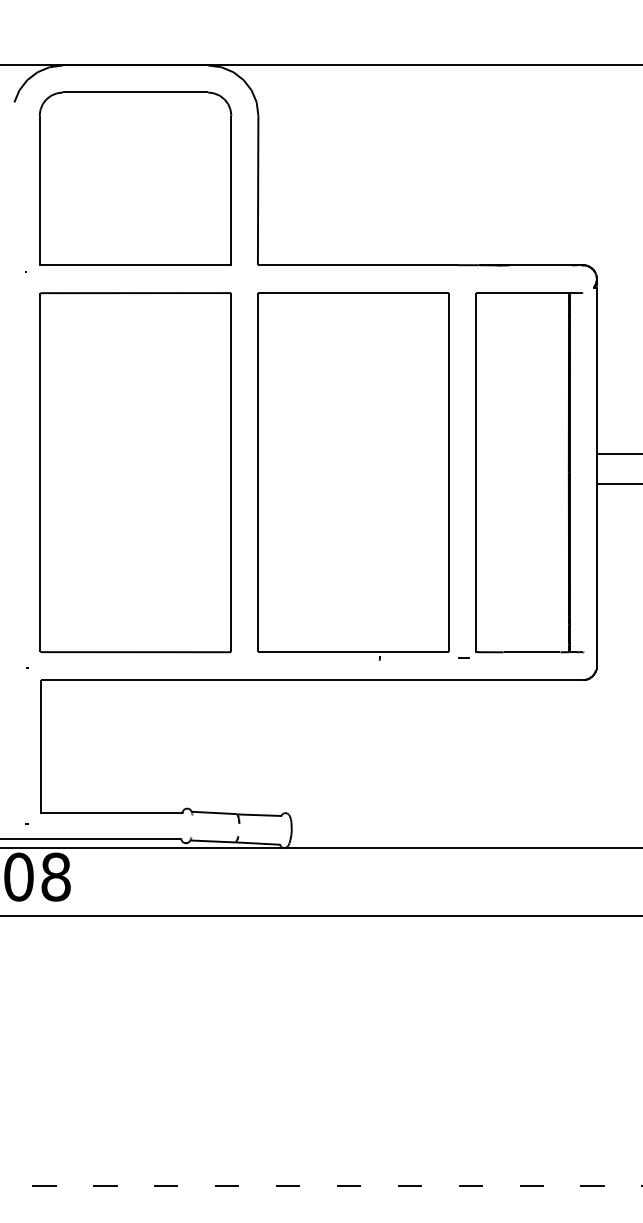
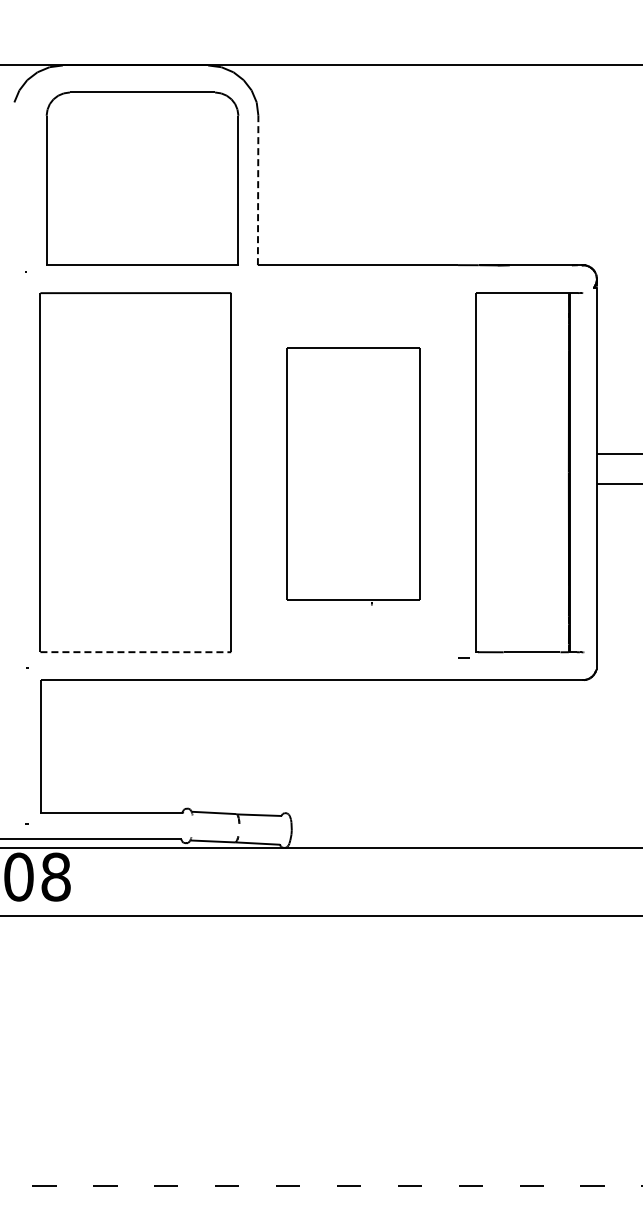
part at (135, 178) position: (135, 178) -> (142, 178)
line at (258, 190): solid -> dashed
part at (353, 476) size: 193x369 px -> 135x259 px
line at (136, 652): solid -> dashed
